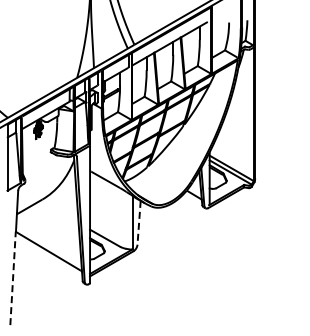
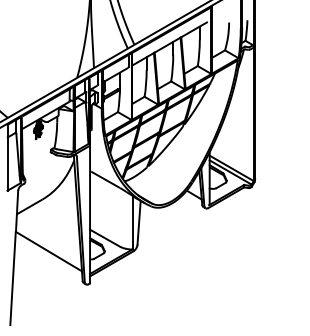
line at (139, 222): dashed -> solid
line at (13, 278): dashed -> solid
